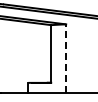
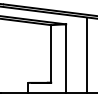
line at (87, 54): none -> present
line at (66, 58): dashed -> solid
